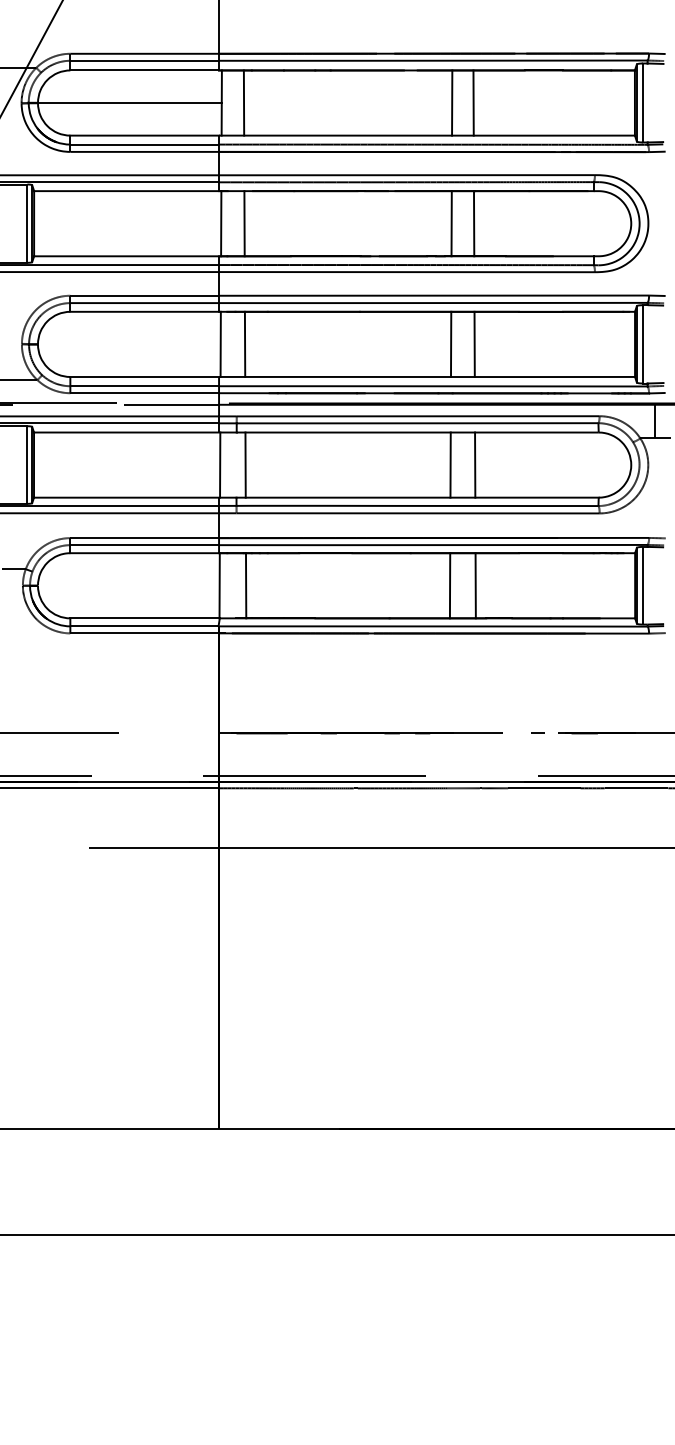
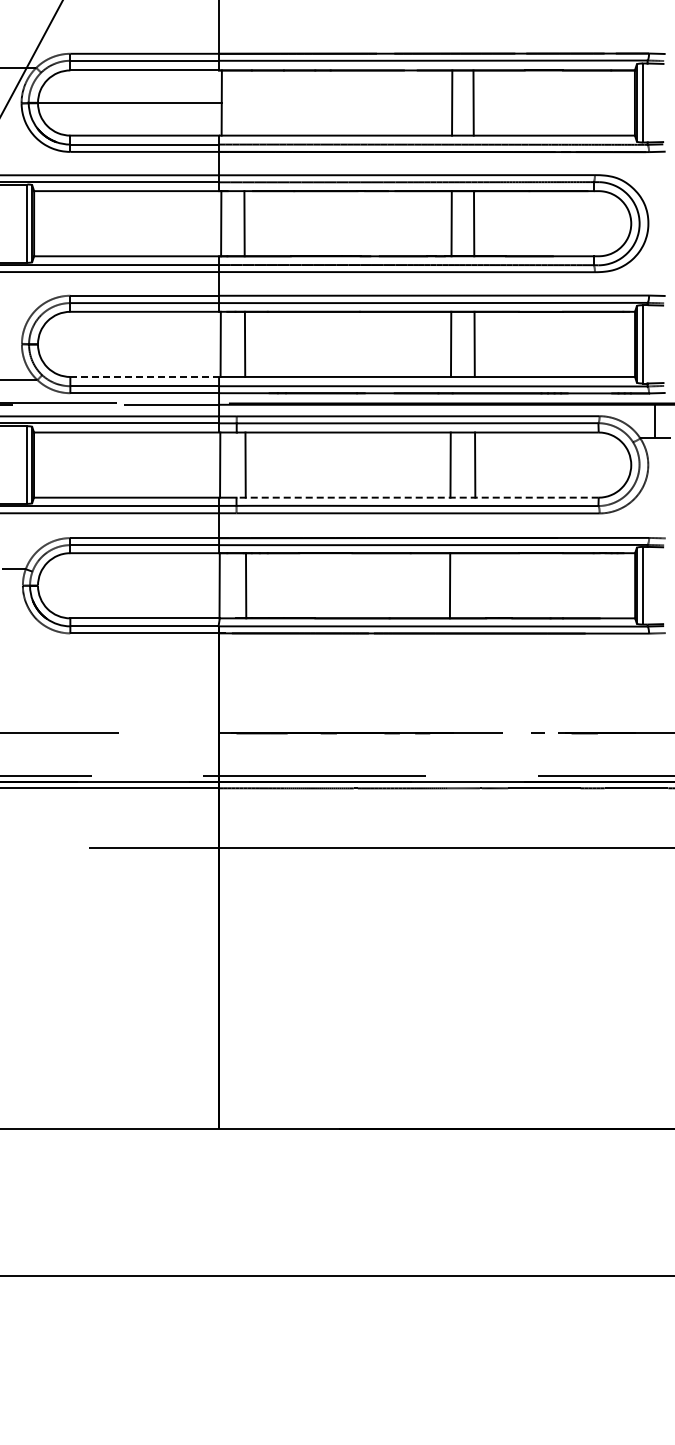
line at (243, 102): present -> none
line at (145, 376): solid -> dashed
line at (417, 497): solid -> dashed
line at (475, 585): present -> none
line at (336, 1235) position: (336, 1235) -> (336, 1276)
